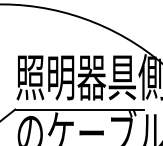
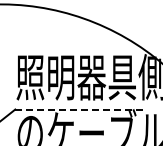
line at (80, 109): solid -> dashed
